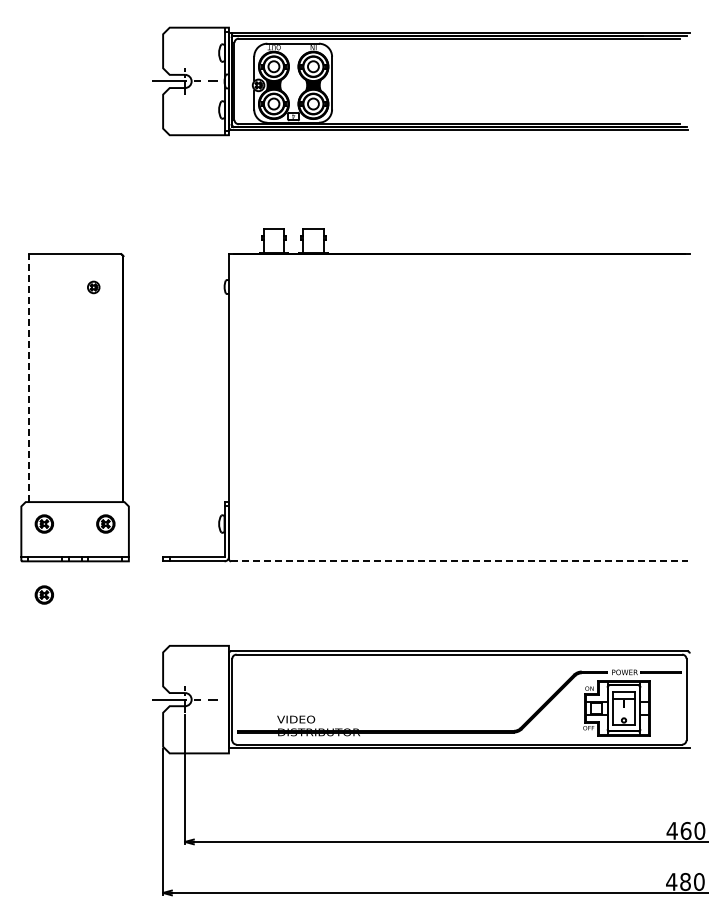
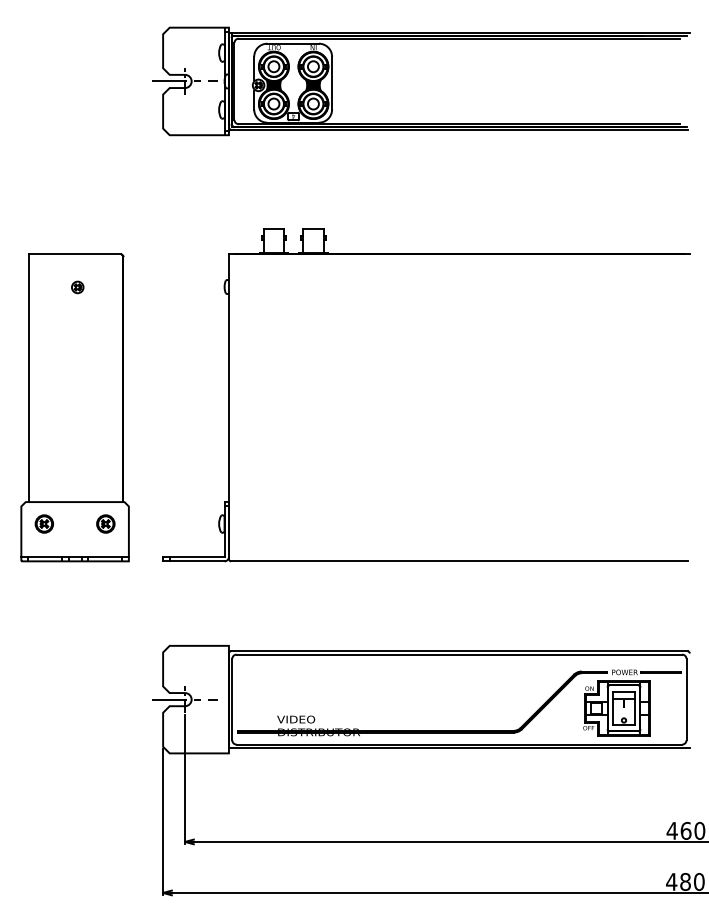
part at (93, 287) position: (93, 287) -> (77, 287)
line at (29, 378): dashed -> solid
line at (459, 561): dashed -> solid
part at (43, 594): present -> none
